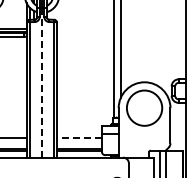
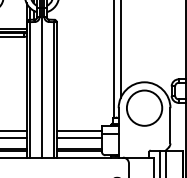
line at (42, 82): dashed -> solid
line at (14, 130): none -> present
line at (78, 130): none -> present
line at (79, 137): dashed -> solid
